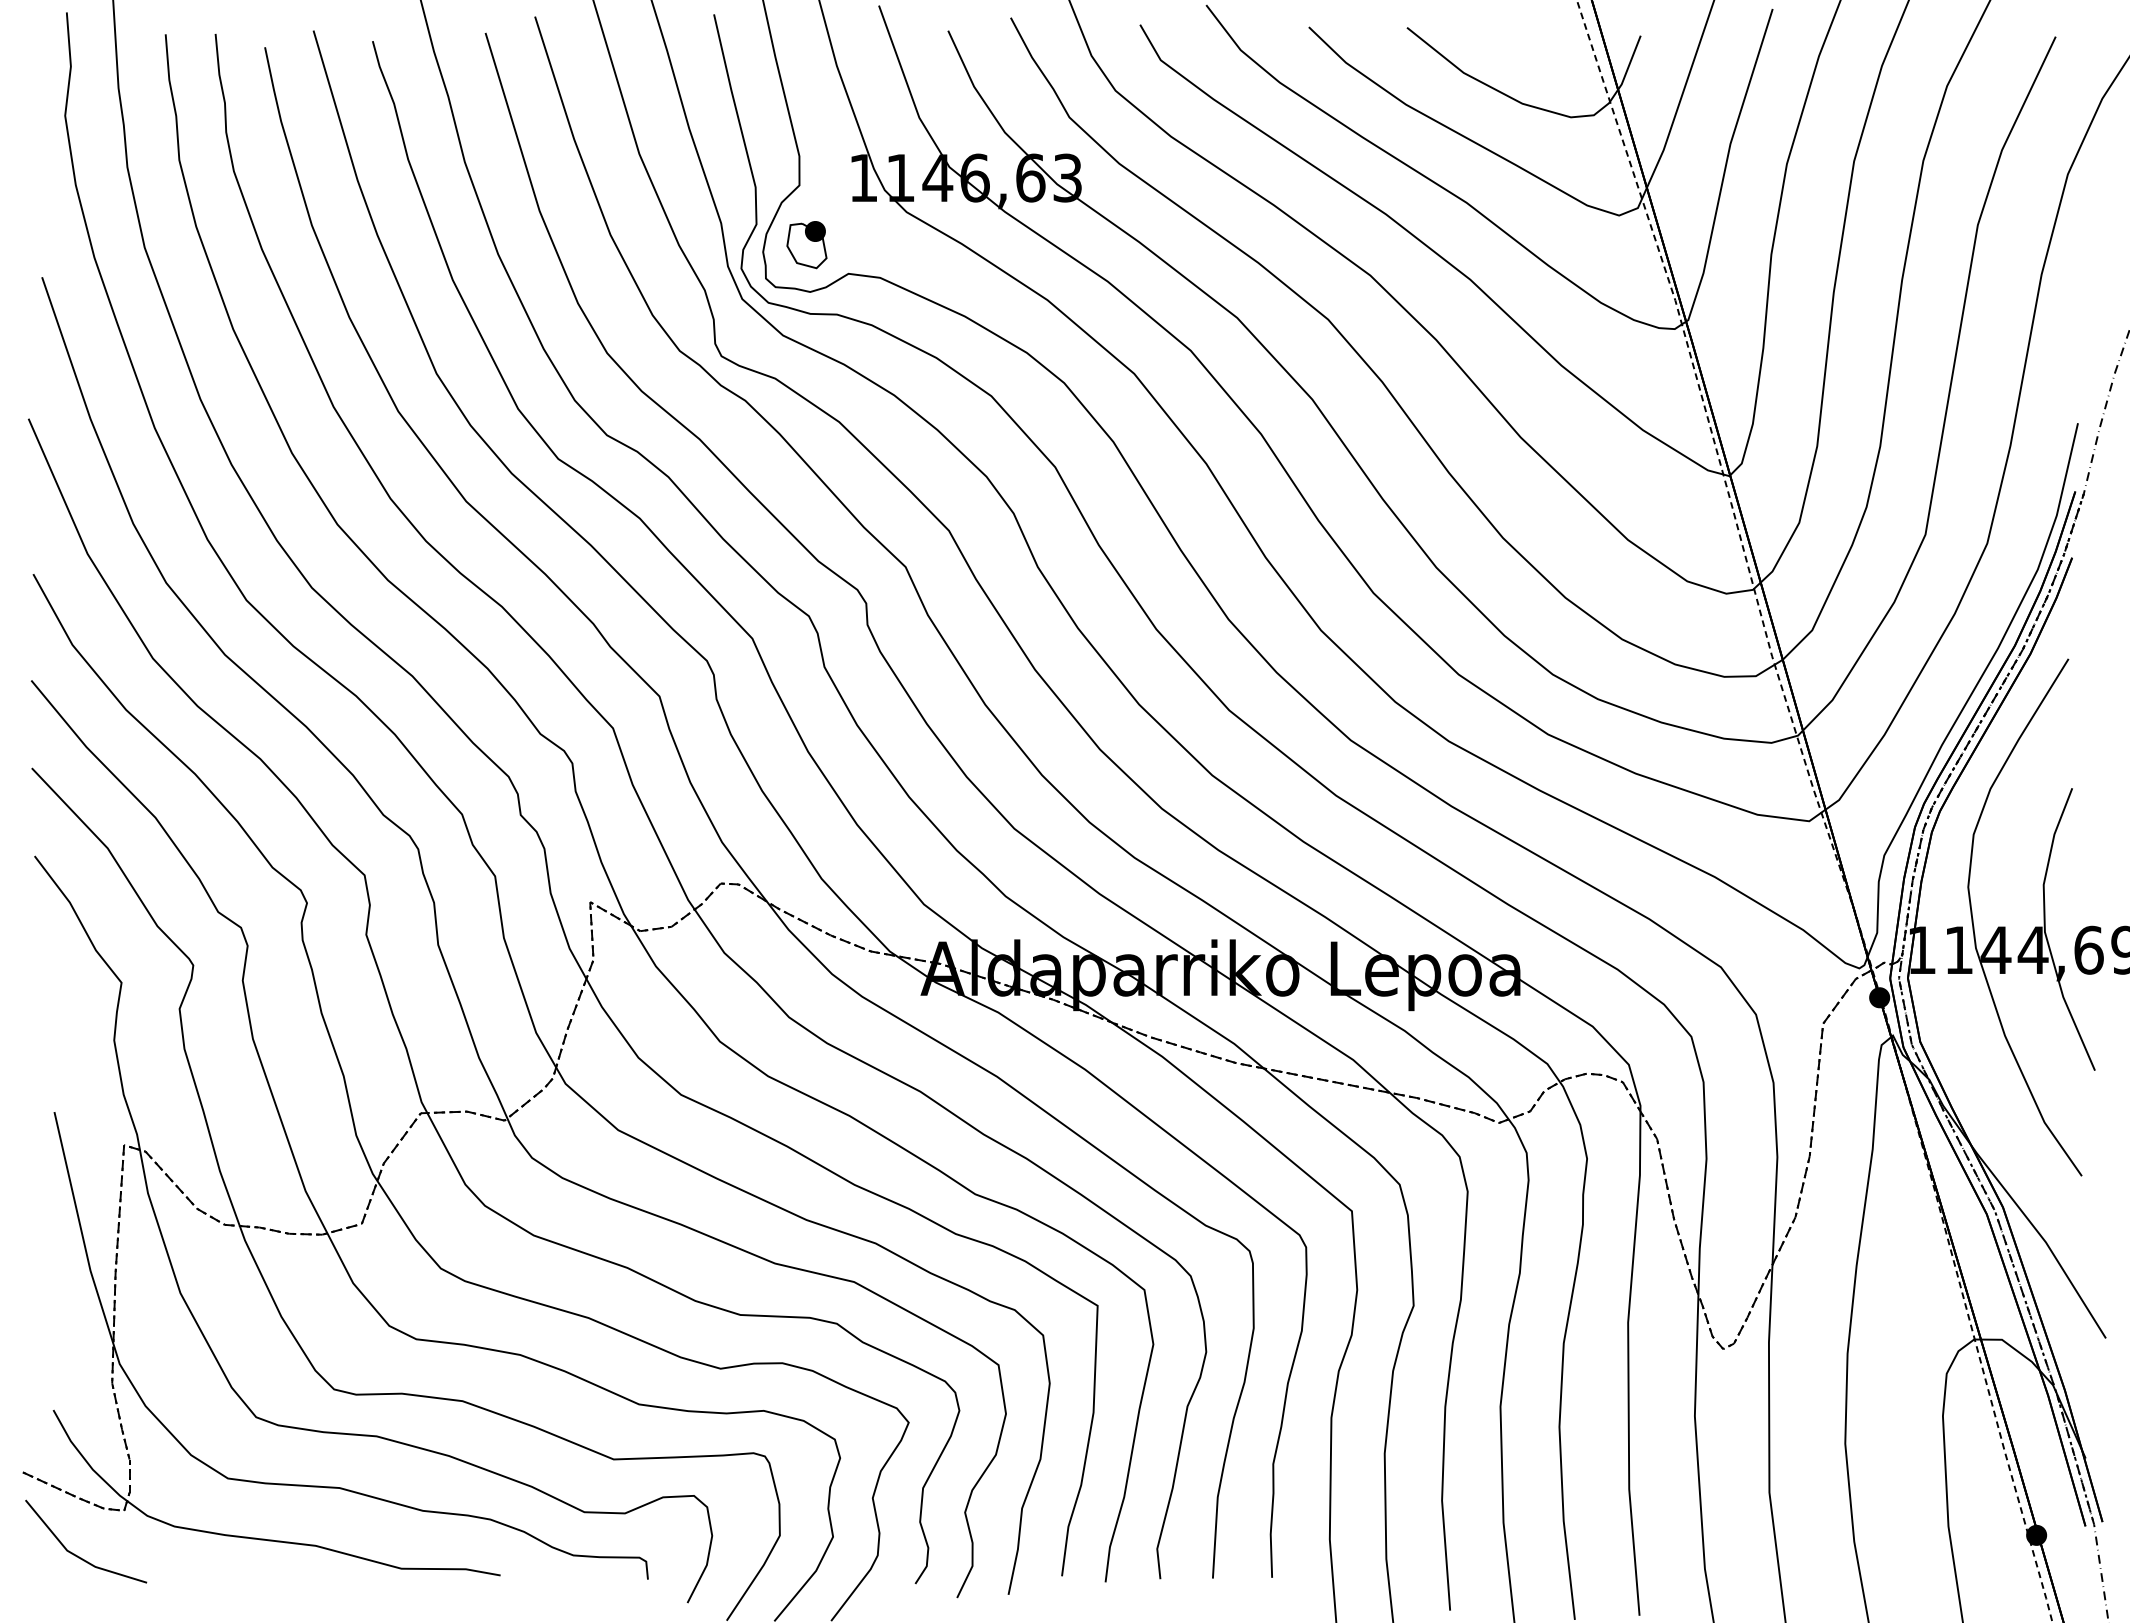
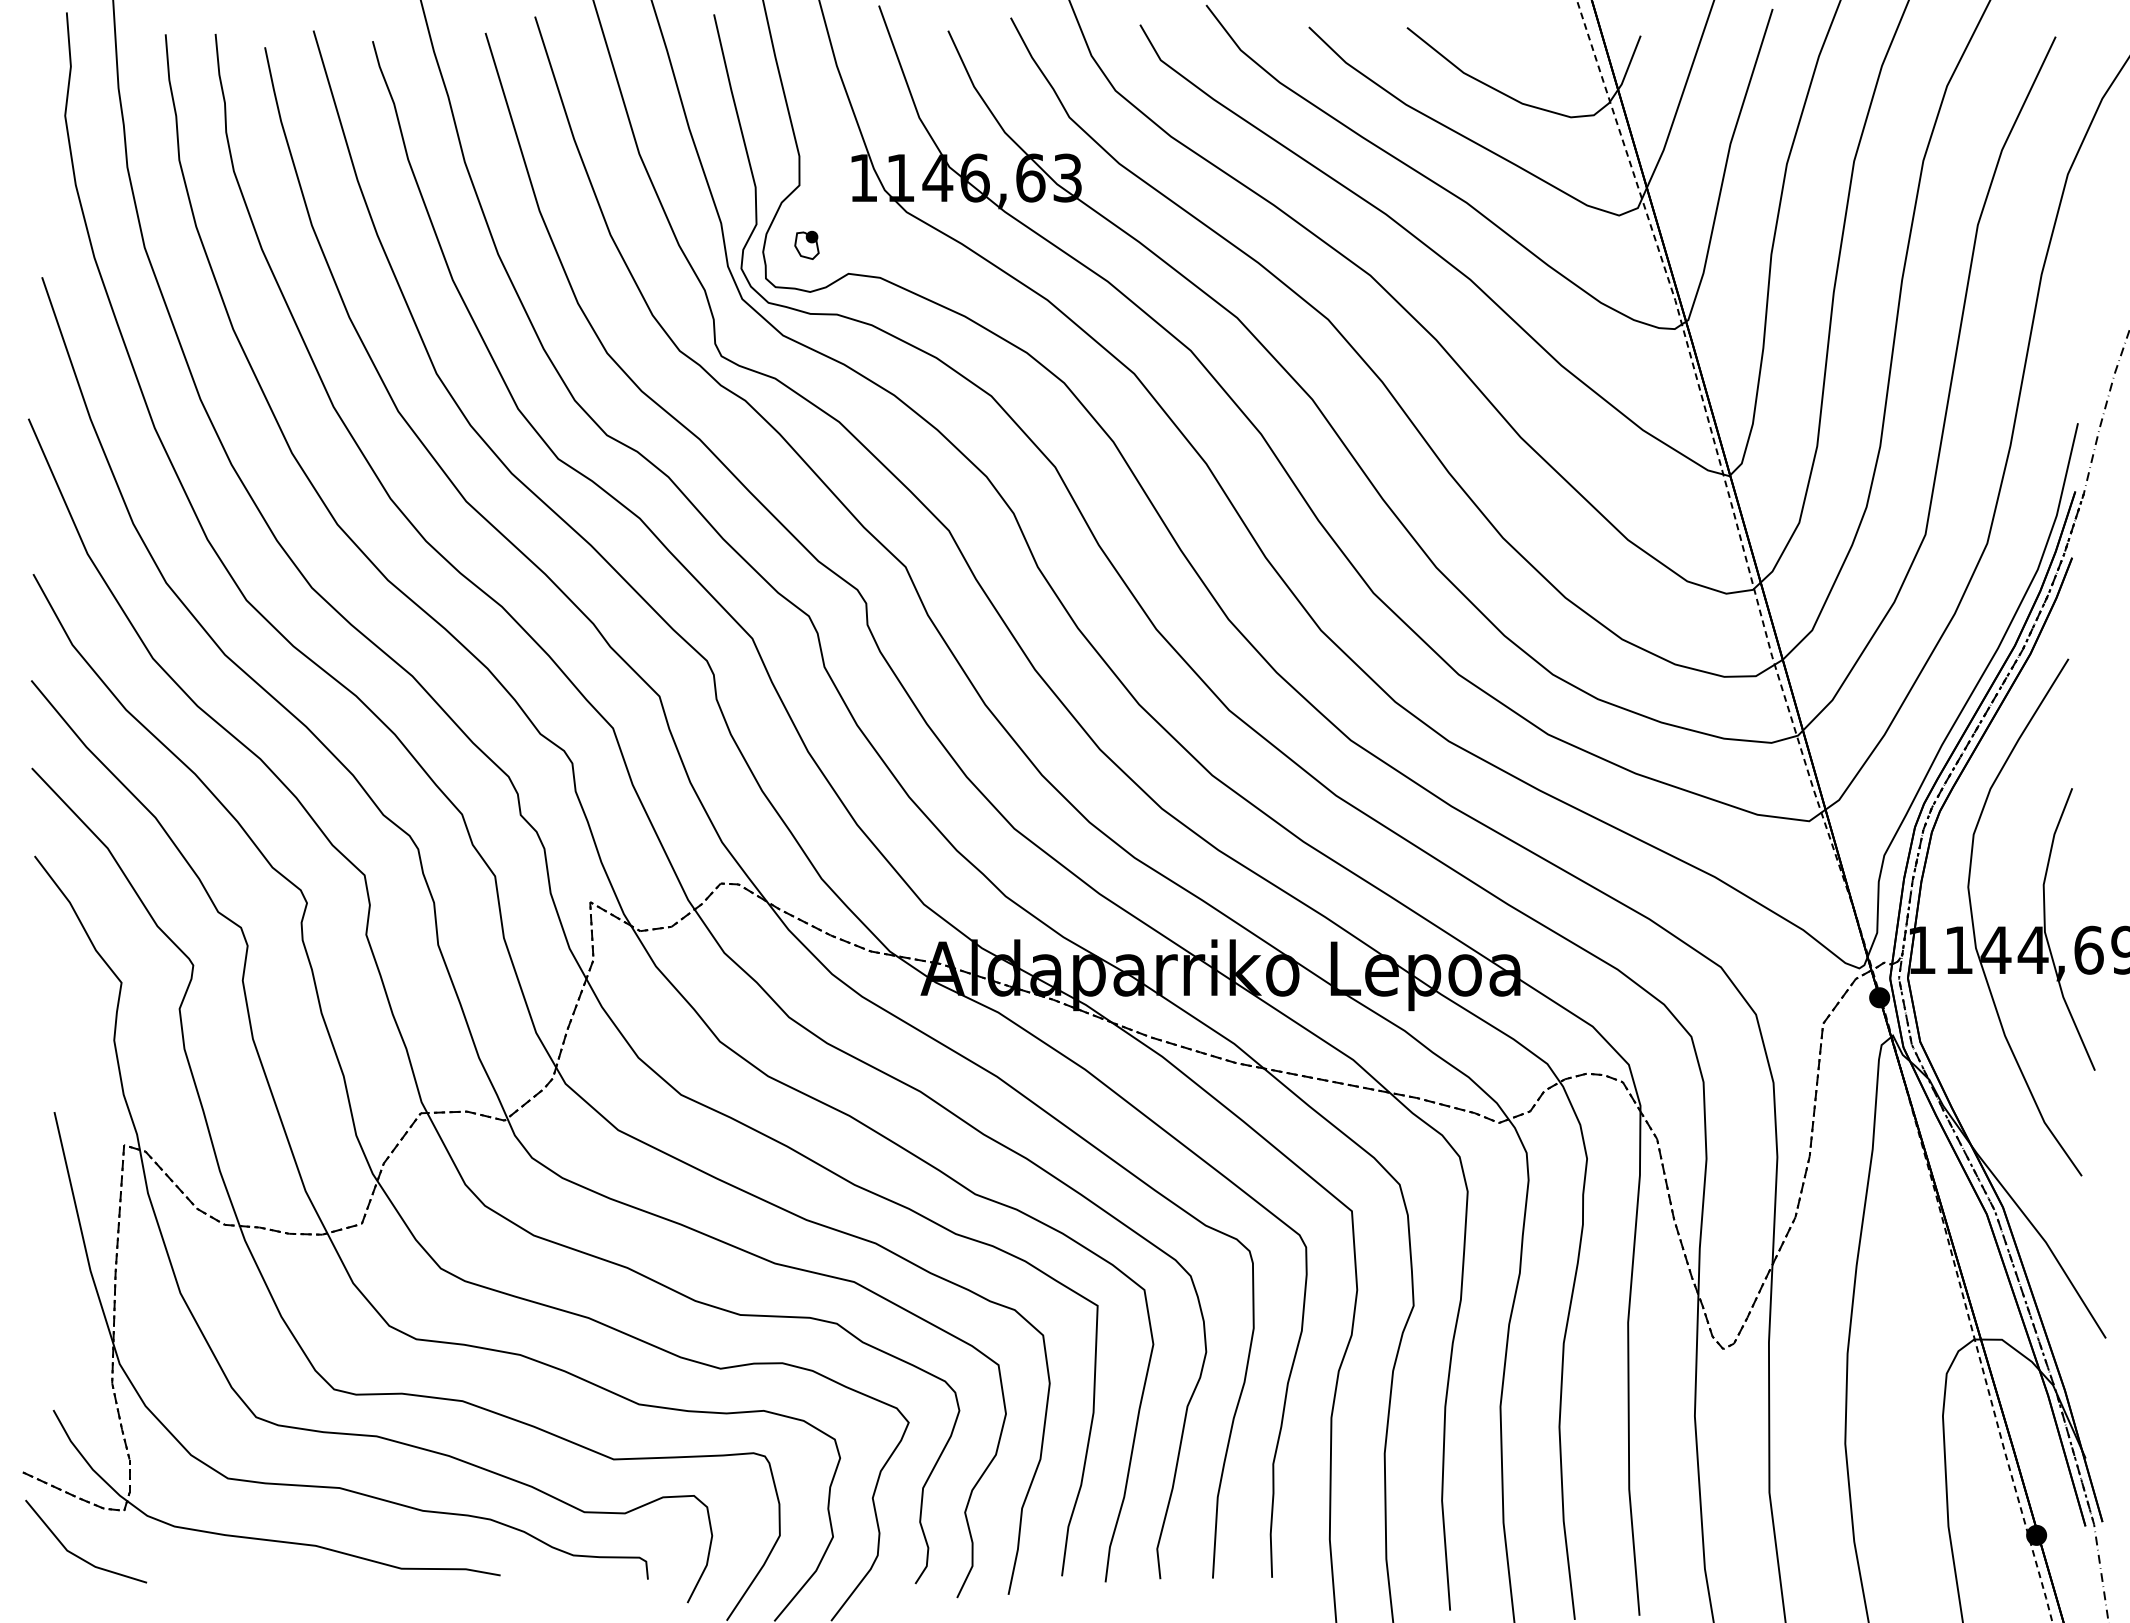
part at (806, 245) size: 42x49 px -> 26x30 px
